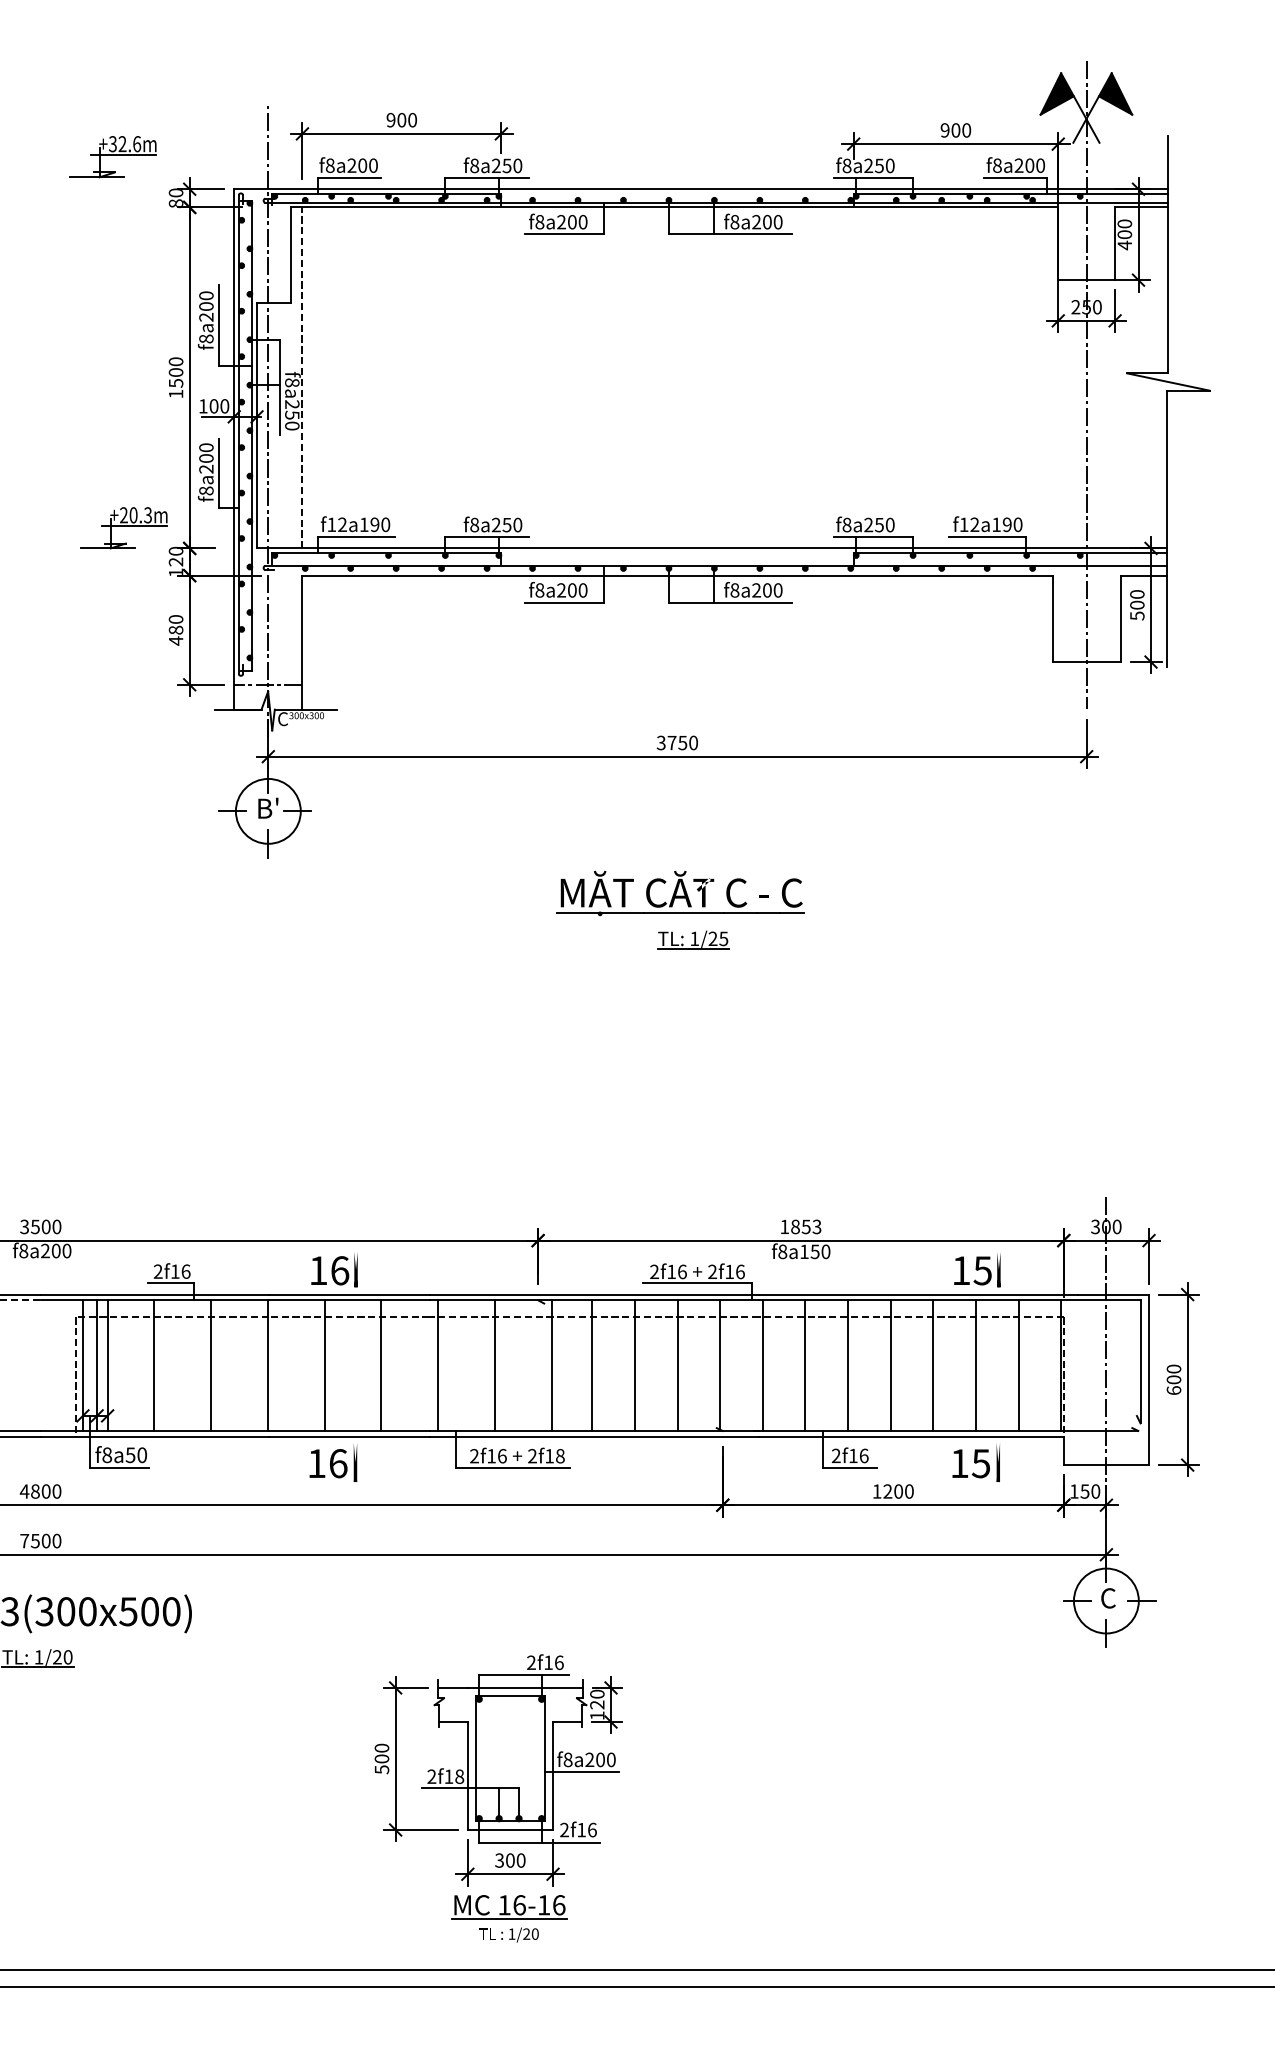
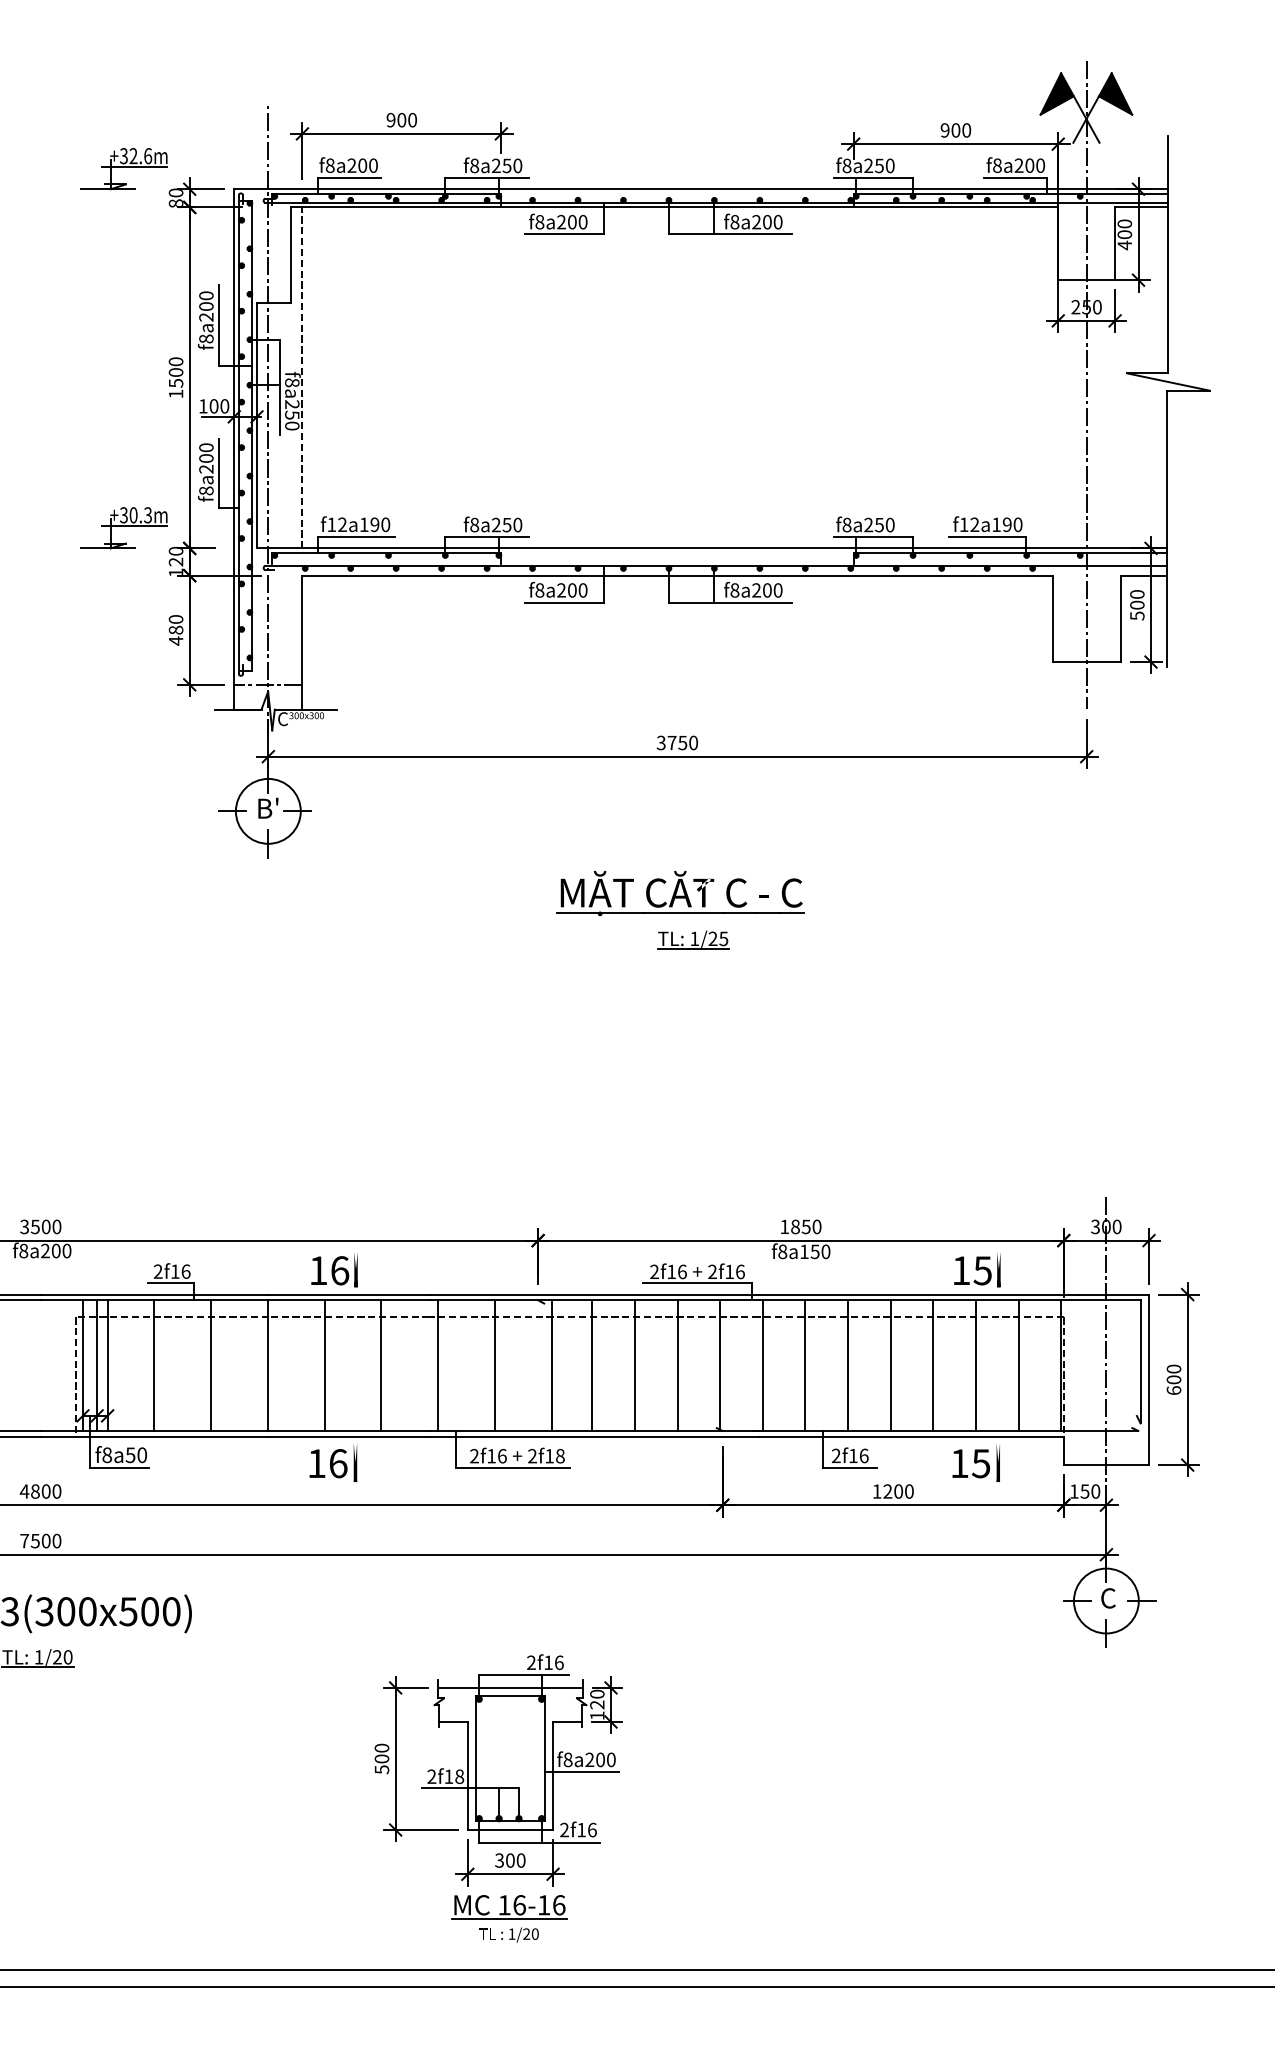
part at (112, 157) position: (112, 157) -> (123, 169)
text at (123, 515): +20.3m -> +30.3m
text at (816, 1226): 1853 -> 1850
line at (20, 1300): dashed -> solid
